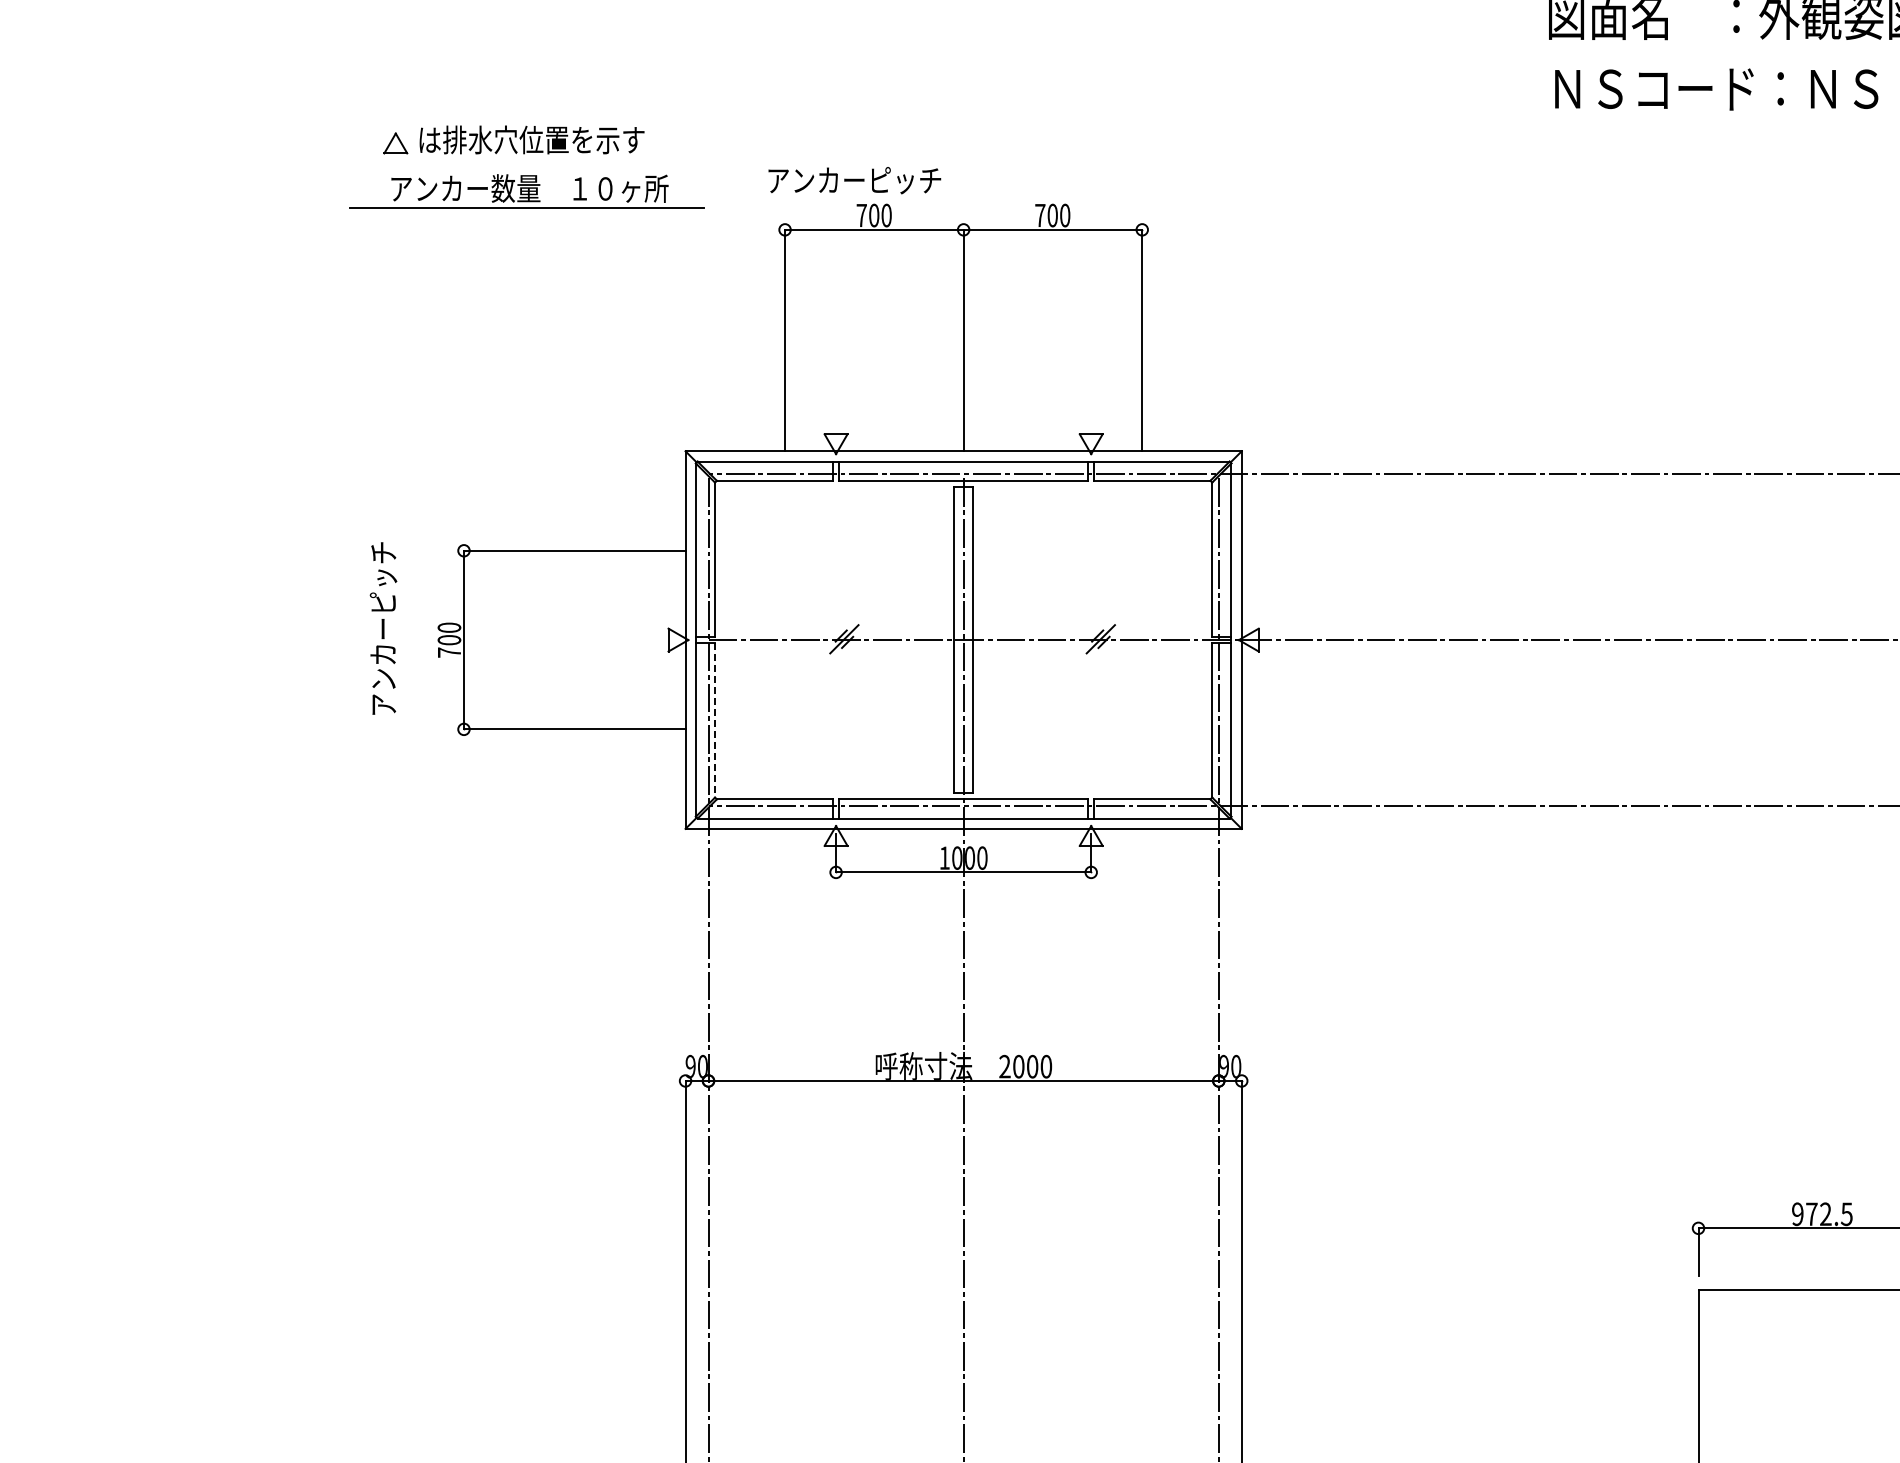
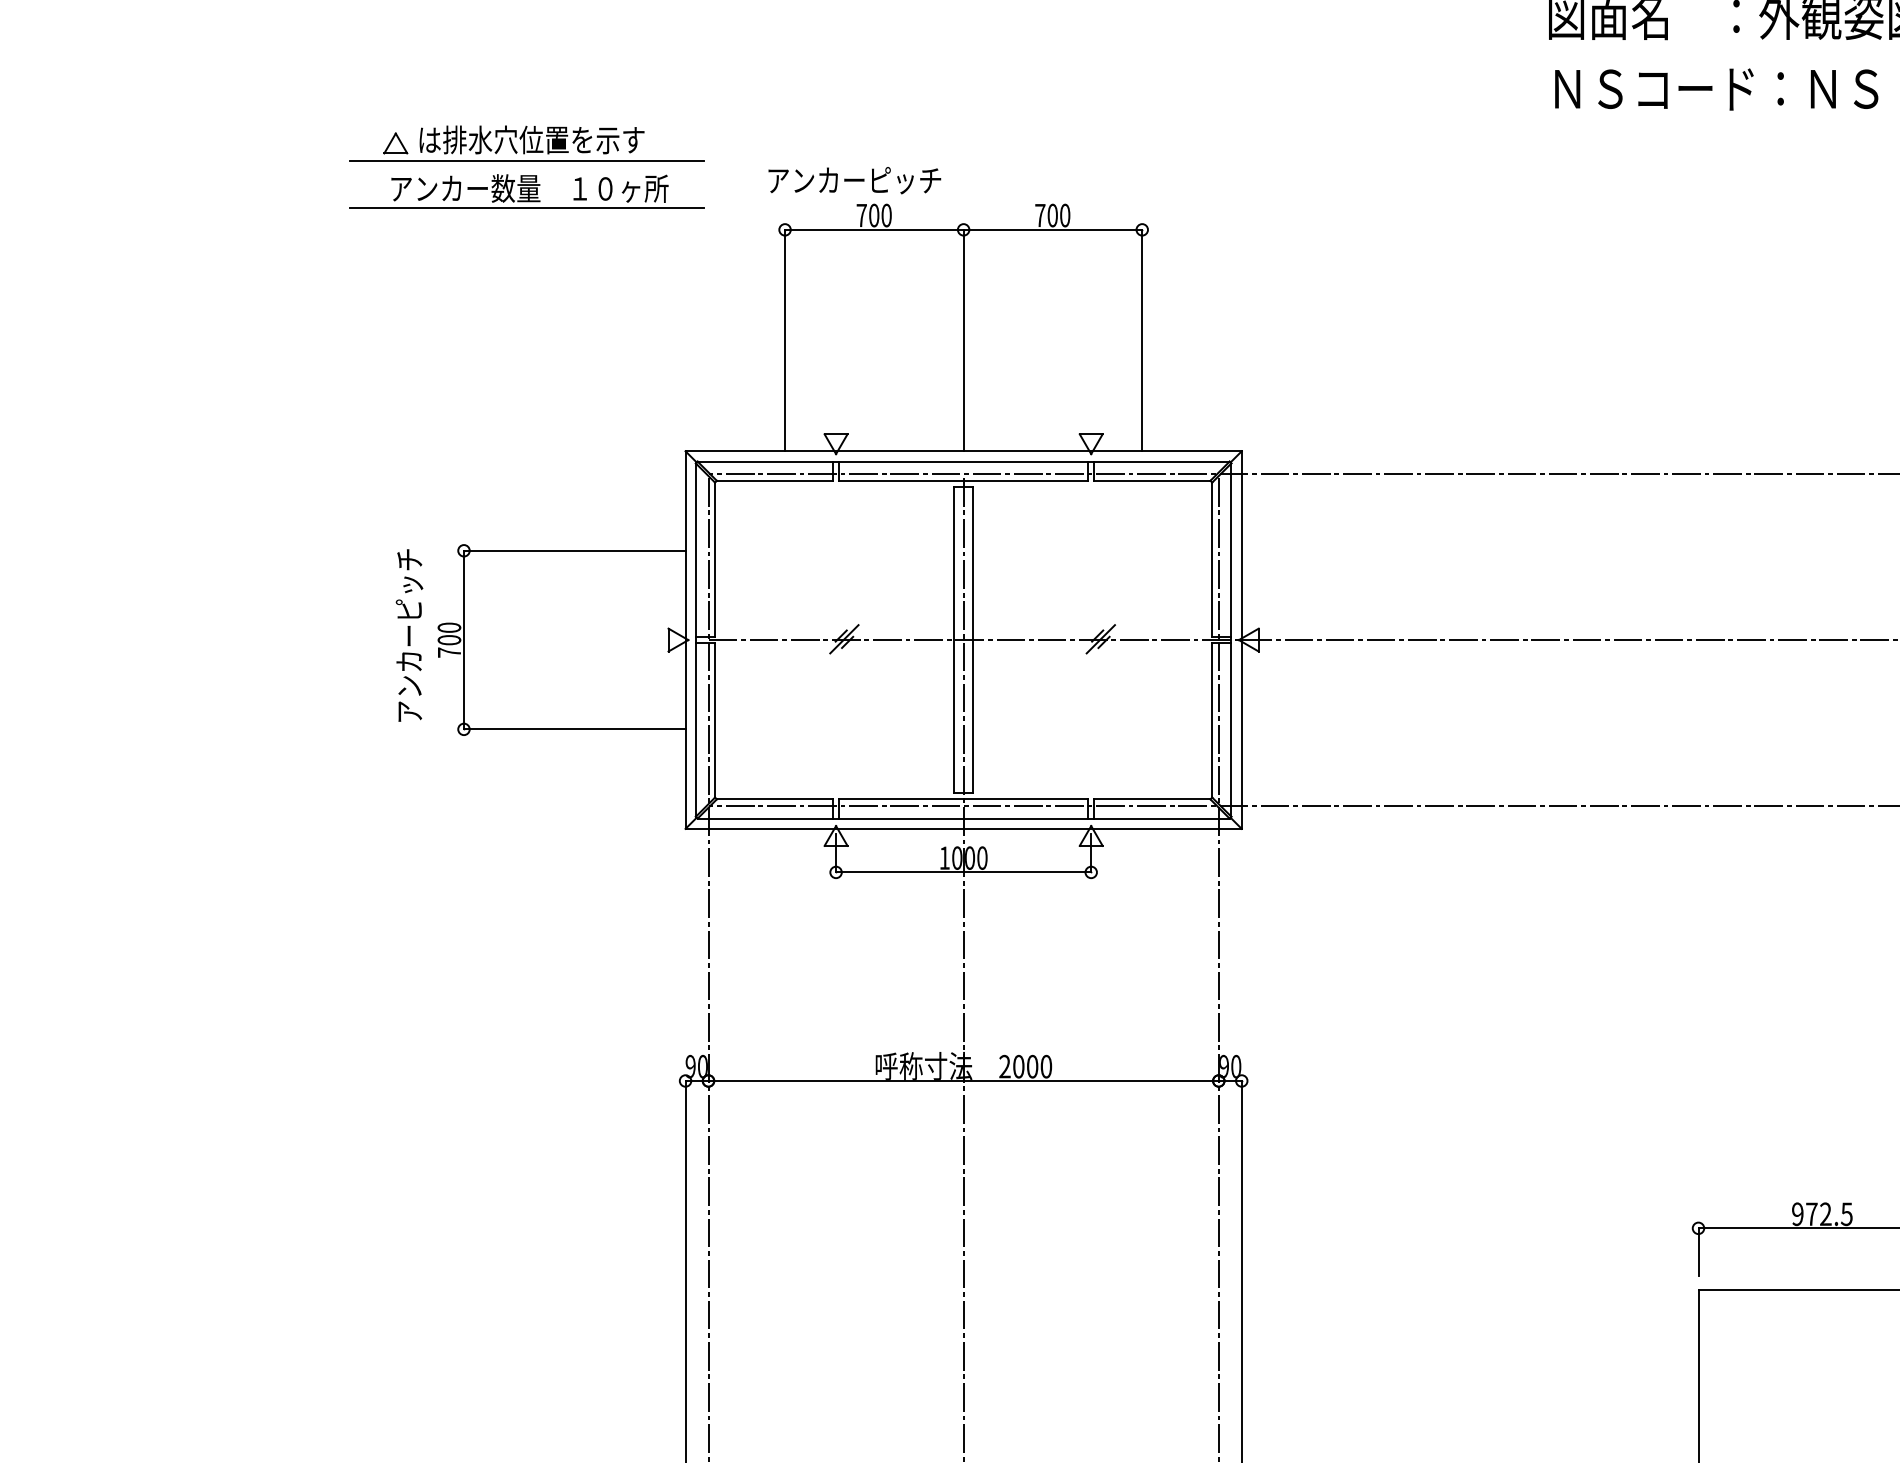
line at (526, 160): none -> present
text at (383, 628) position: (383, 628) -> (409, 635)
line at (715, 720): dashed -> solid
